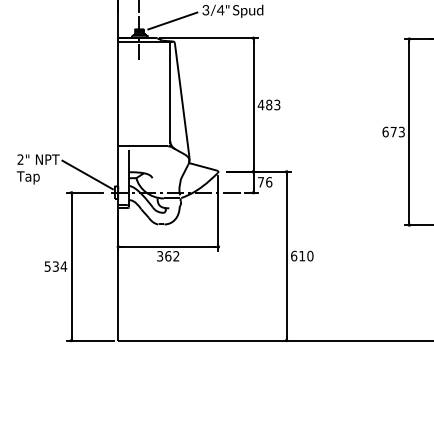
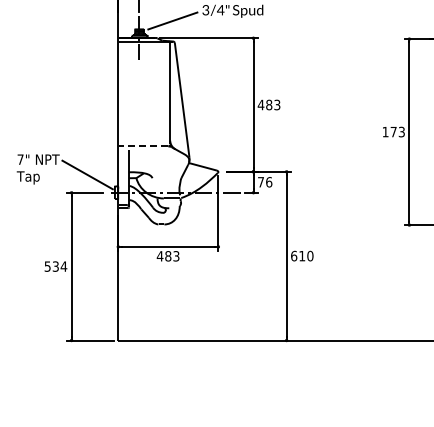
text at (385, 131): 673 -> 173
line at (143, 146): solid -> dashed
text at (20, 159): 2" -> 7"
text at (167, 256): 362 -> 483
